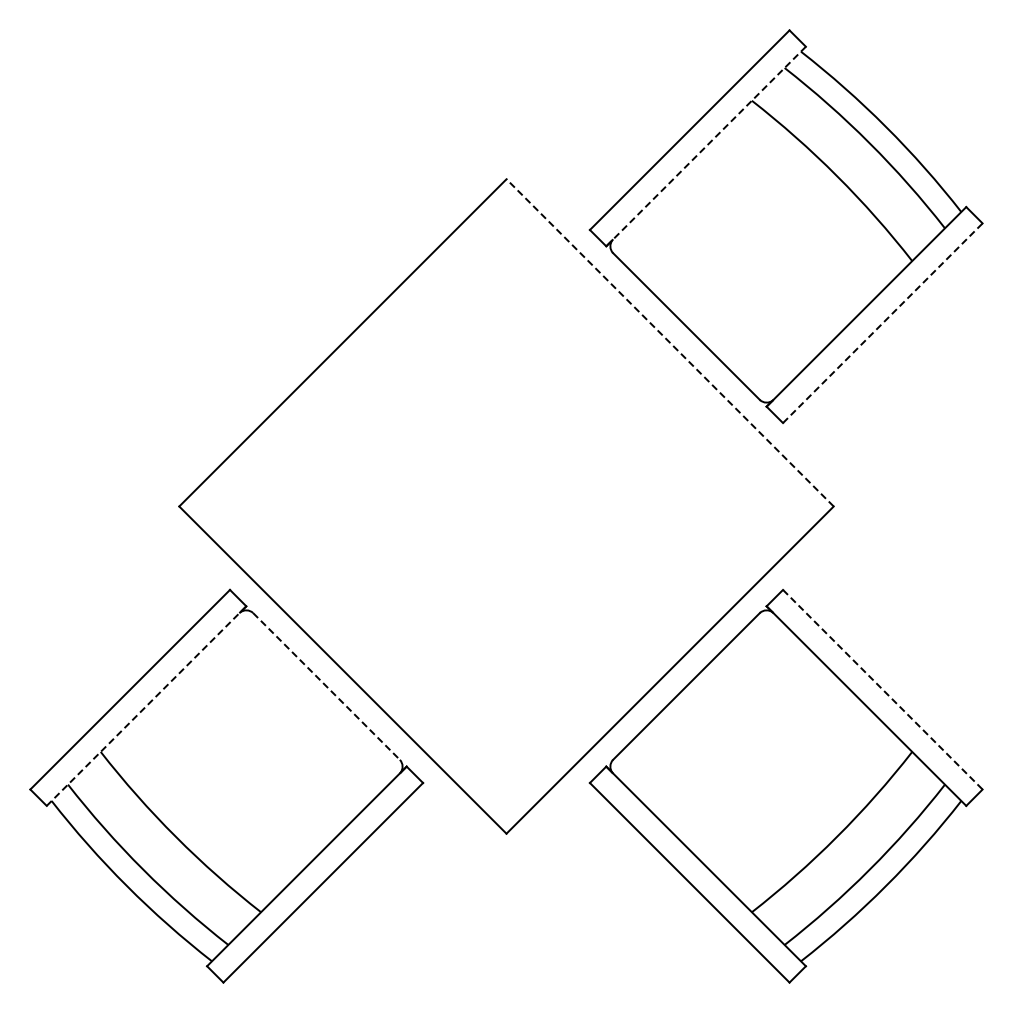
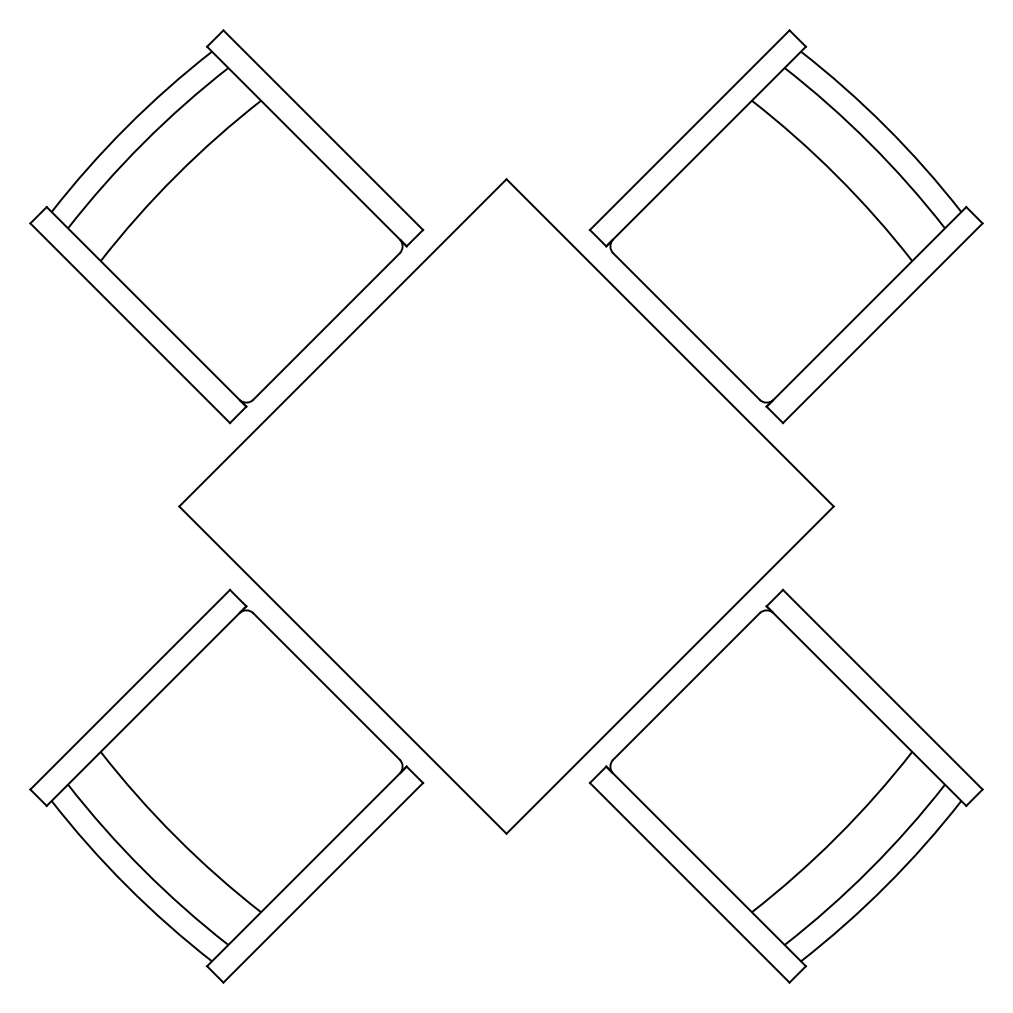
line at (705, 146): dashed -> solid
part at (226, 226): none -> present
line at (883, 322): dashed -> solid
line at (669, 342): dashed -> solid
line at (326, 686): dashed -> solid
line at (883, 690): dashed -> solid
line at (146, 705): dashed -> solid
